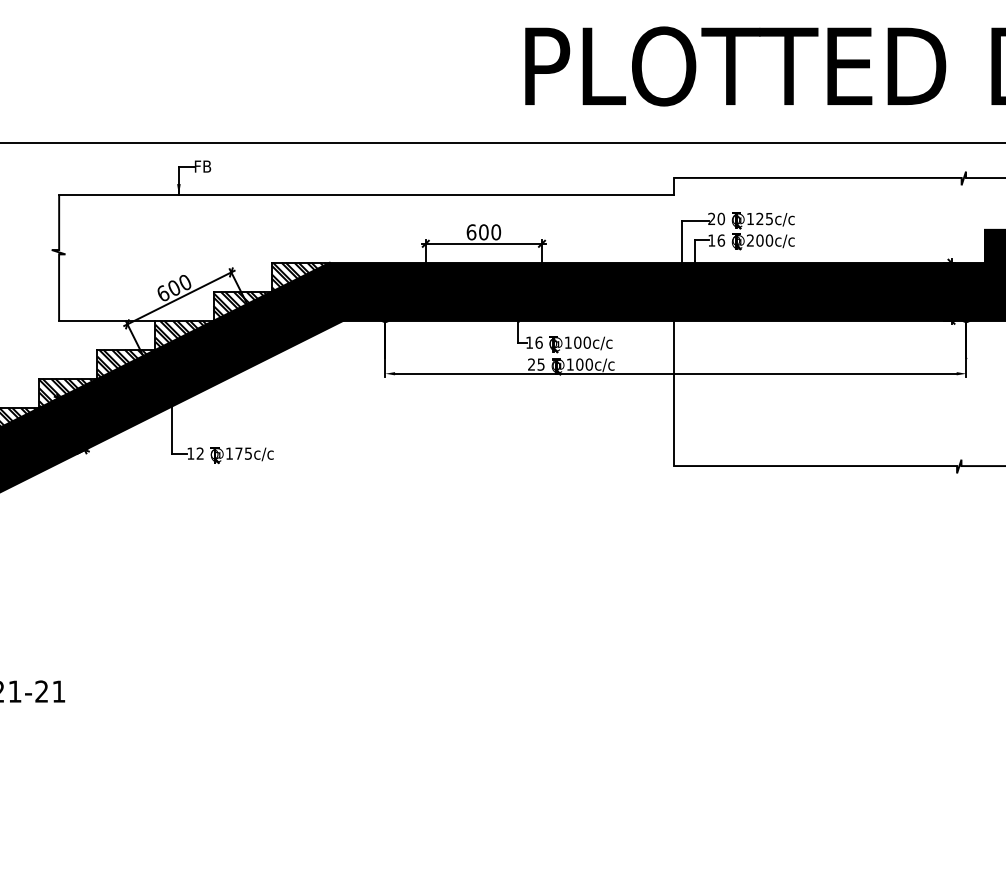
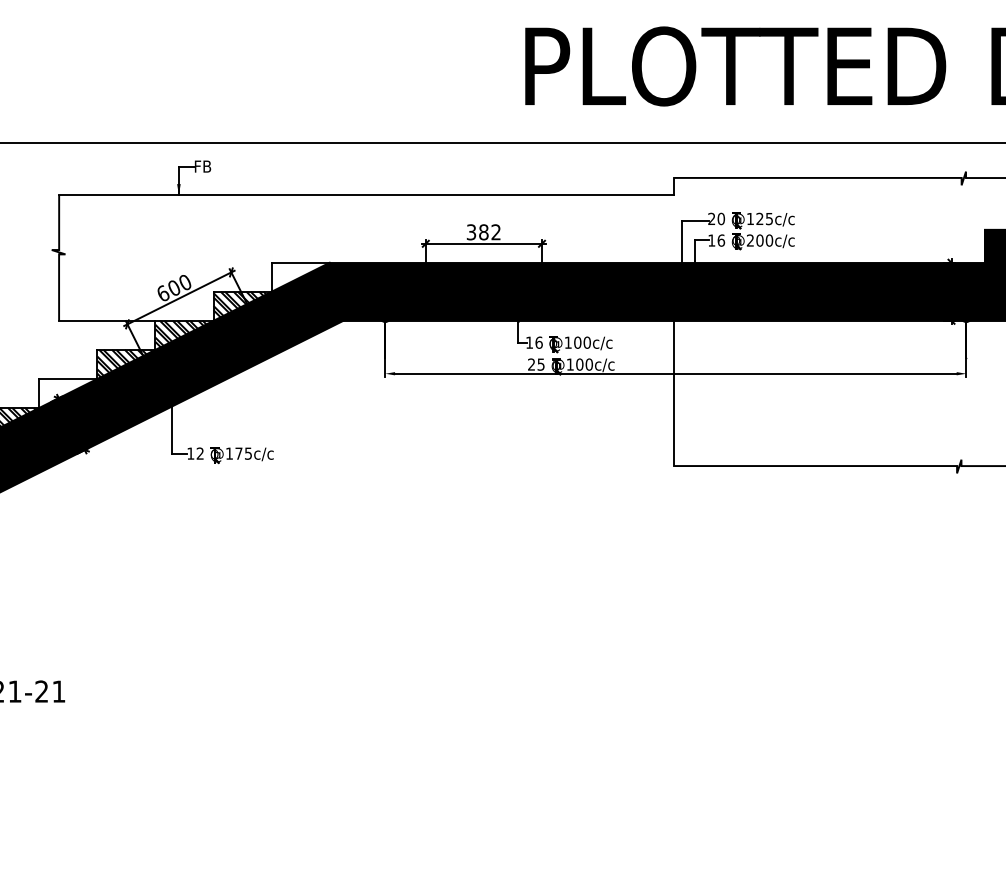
text at (483, 232): 600 -> 382
hatch at (298, 276): present -> none
hatch at (67, 392): present -> none
